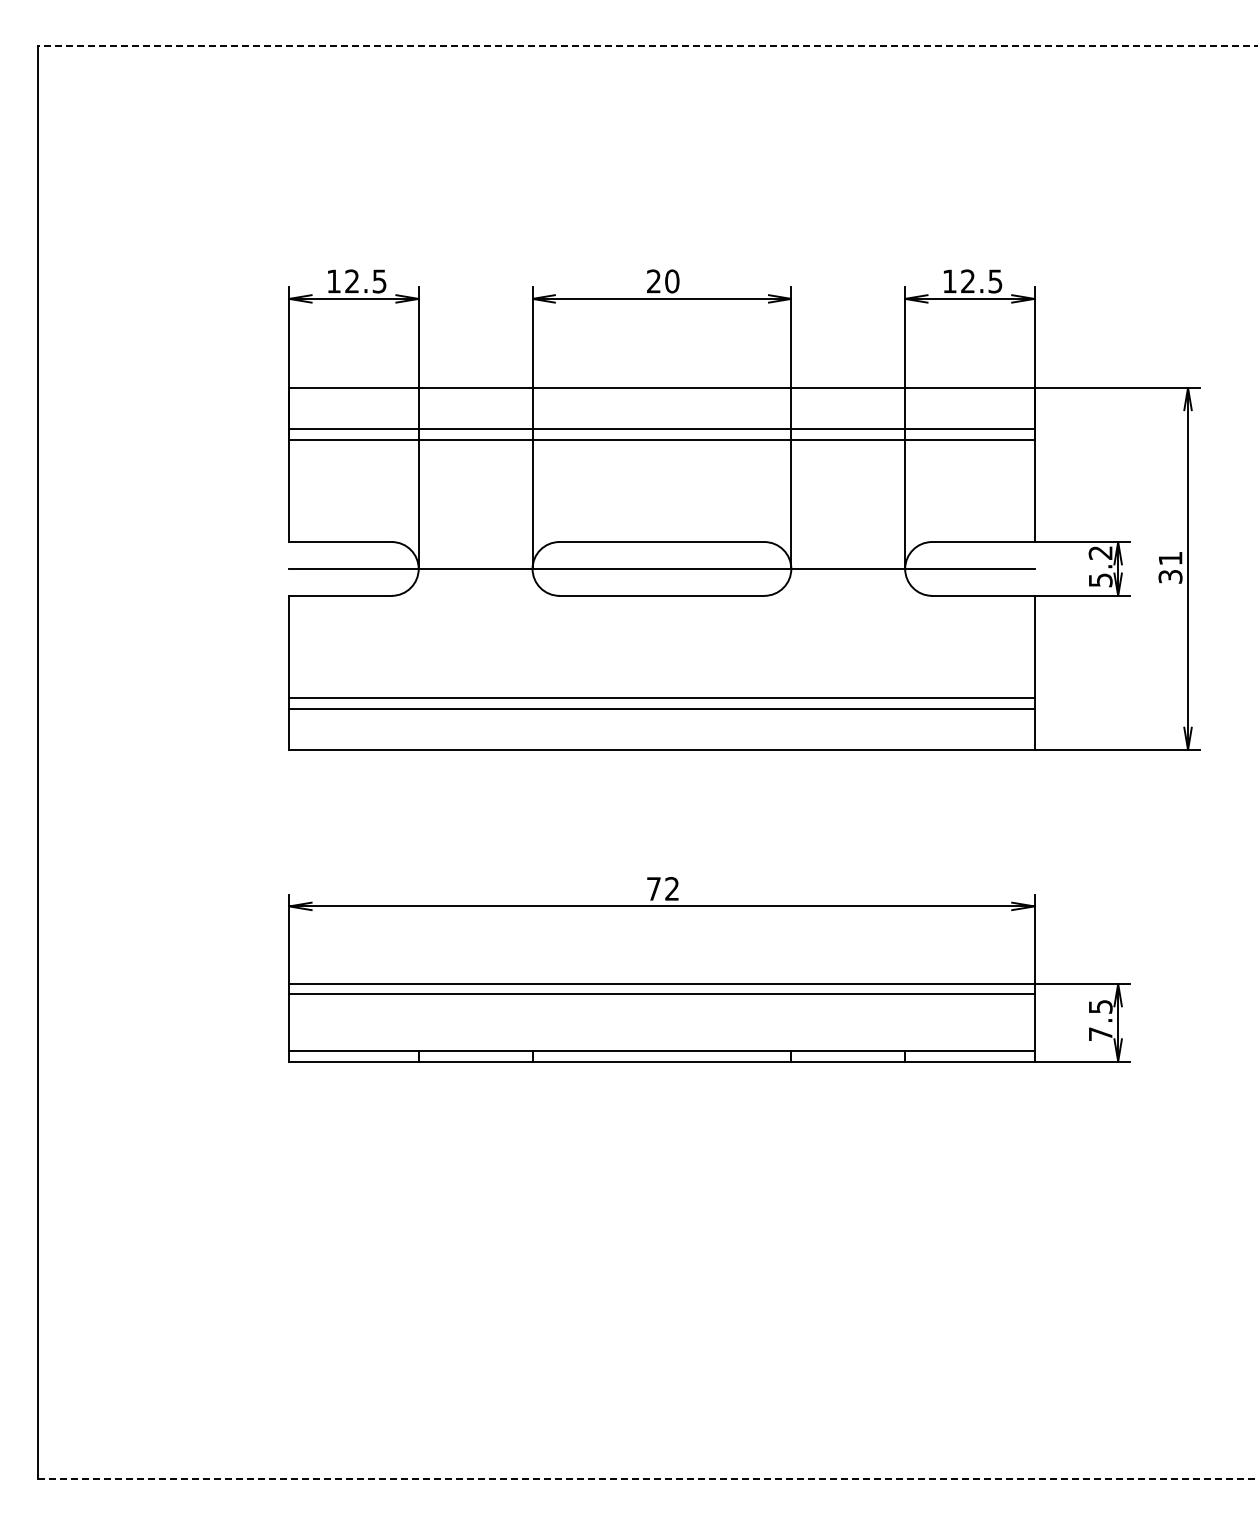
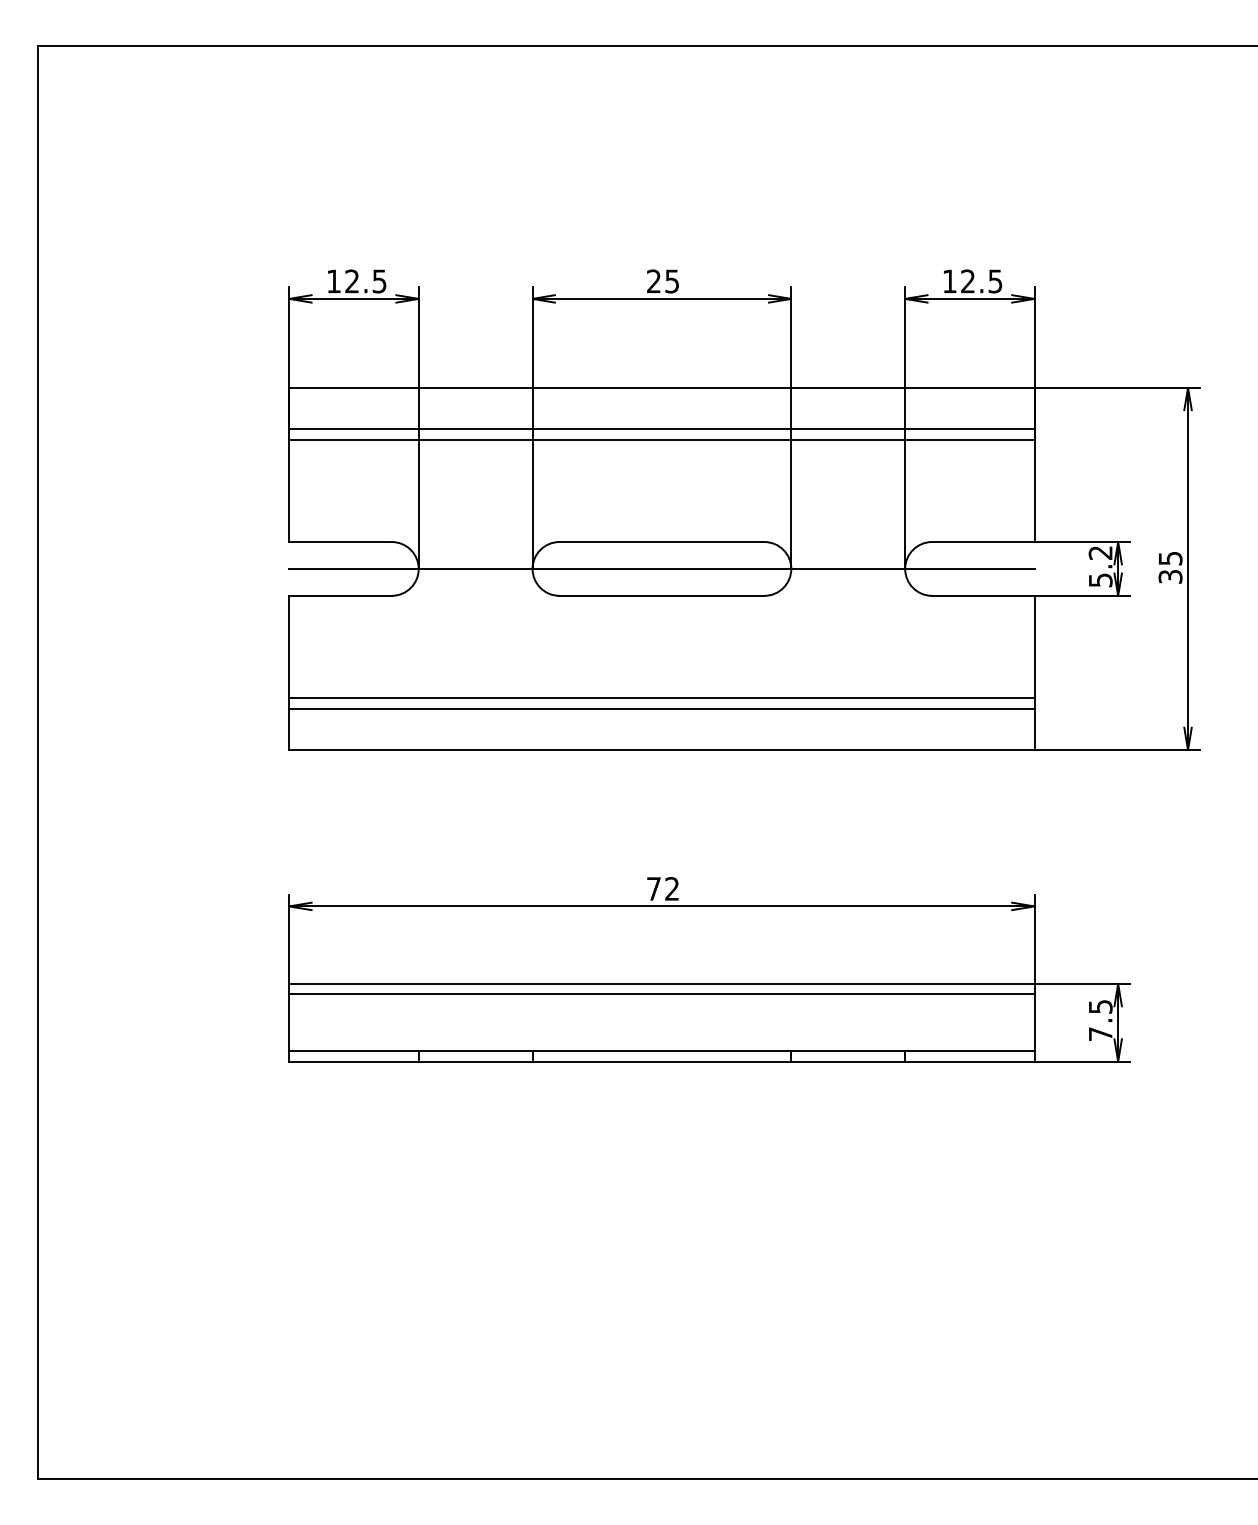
line at (647, 45): dashed -> solid
text at (672, 281): 20 -> 25
text at (1170, 558): 31 -> 35
line at (647, 1479): dashed -> solid
